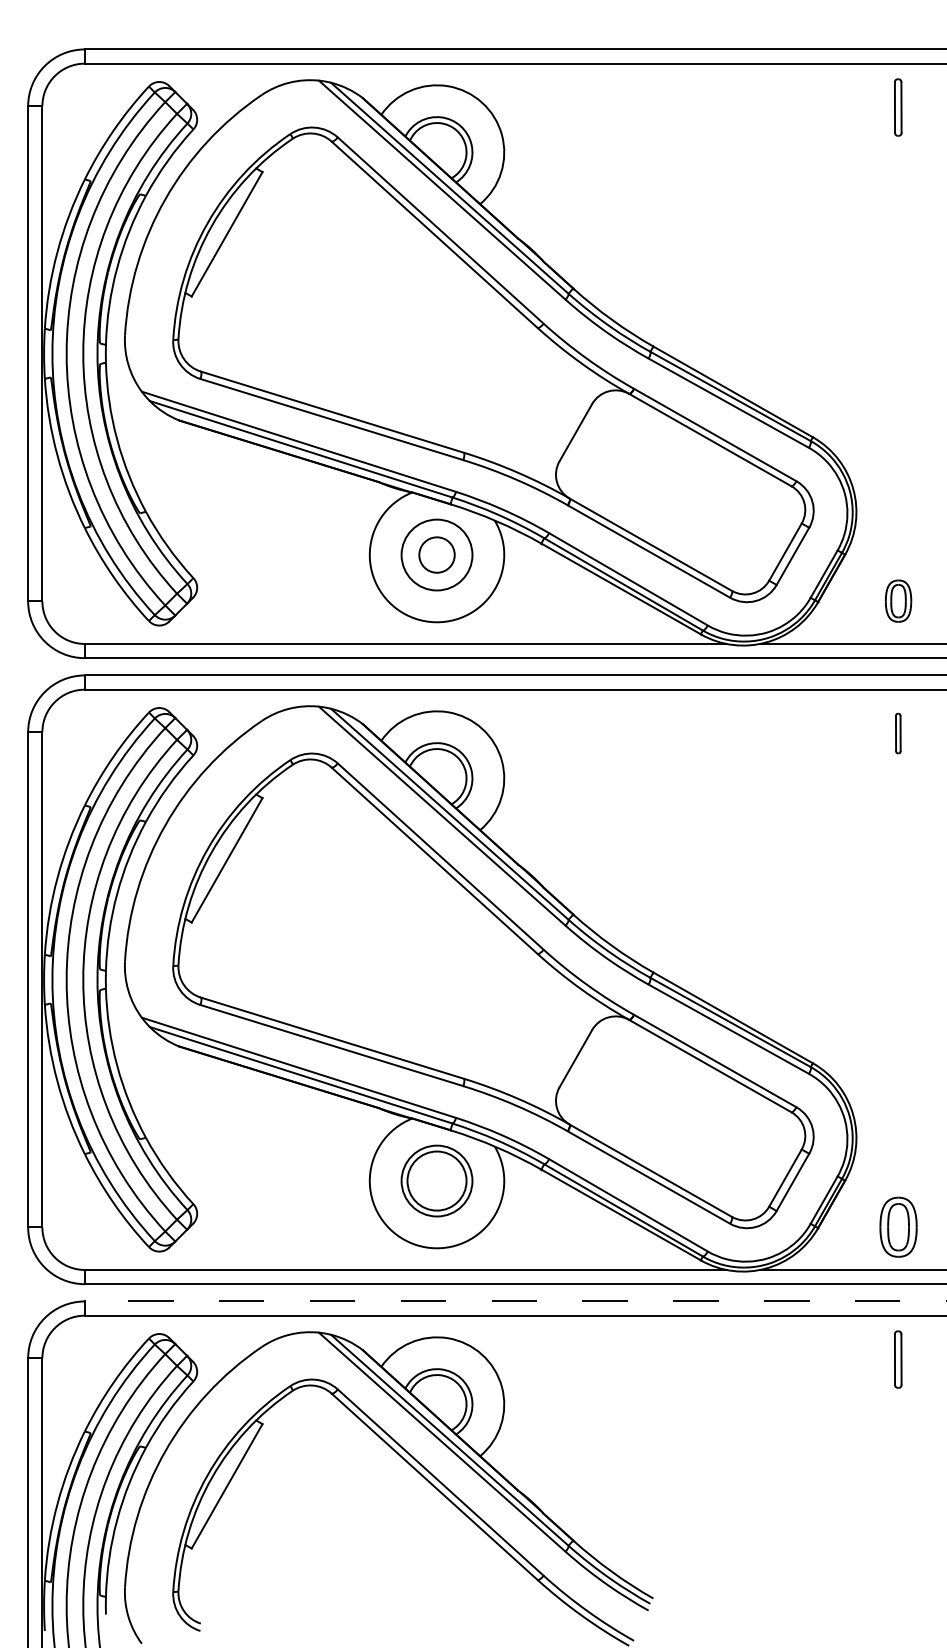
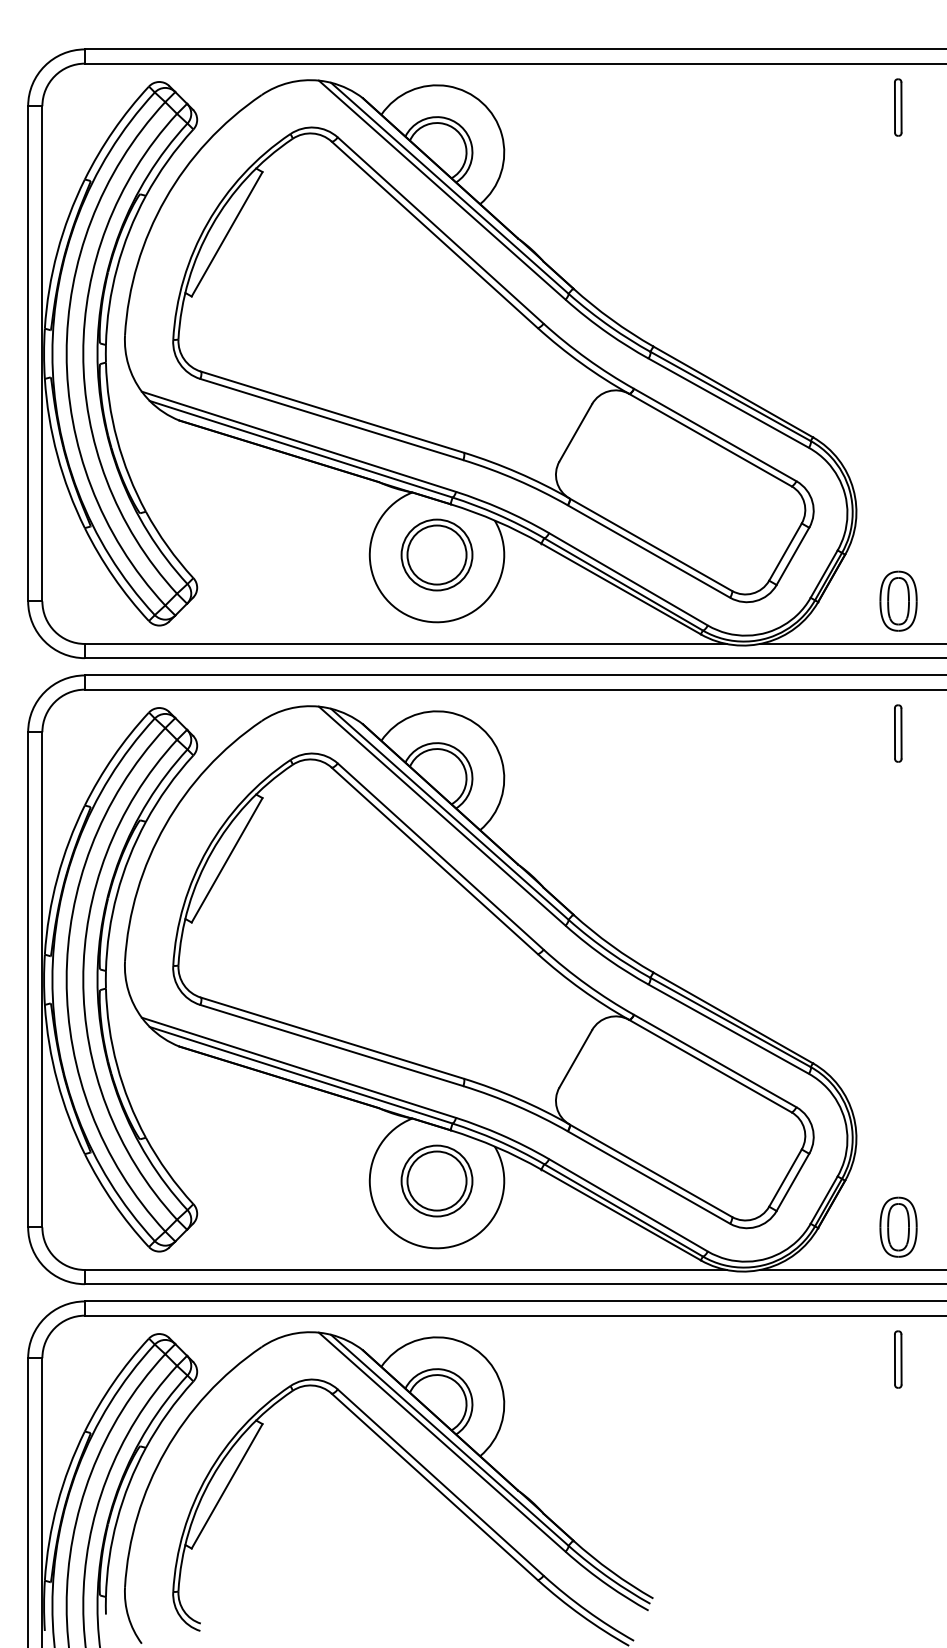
circle at (436, 554) diameter: 35 px -> 59 px
part at (898, 600) size: 28x44 px -> 39x62 px
part at (898, 733) size: 7x43 px -> 9x59 px
line at (515, 1301): dashed -> solid
